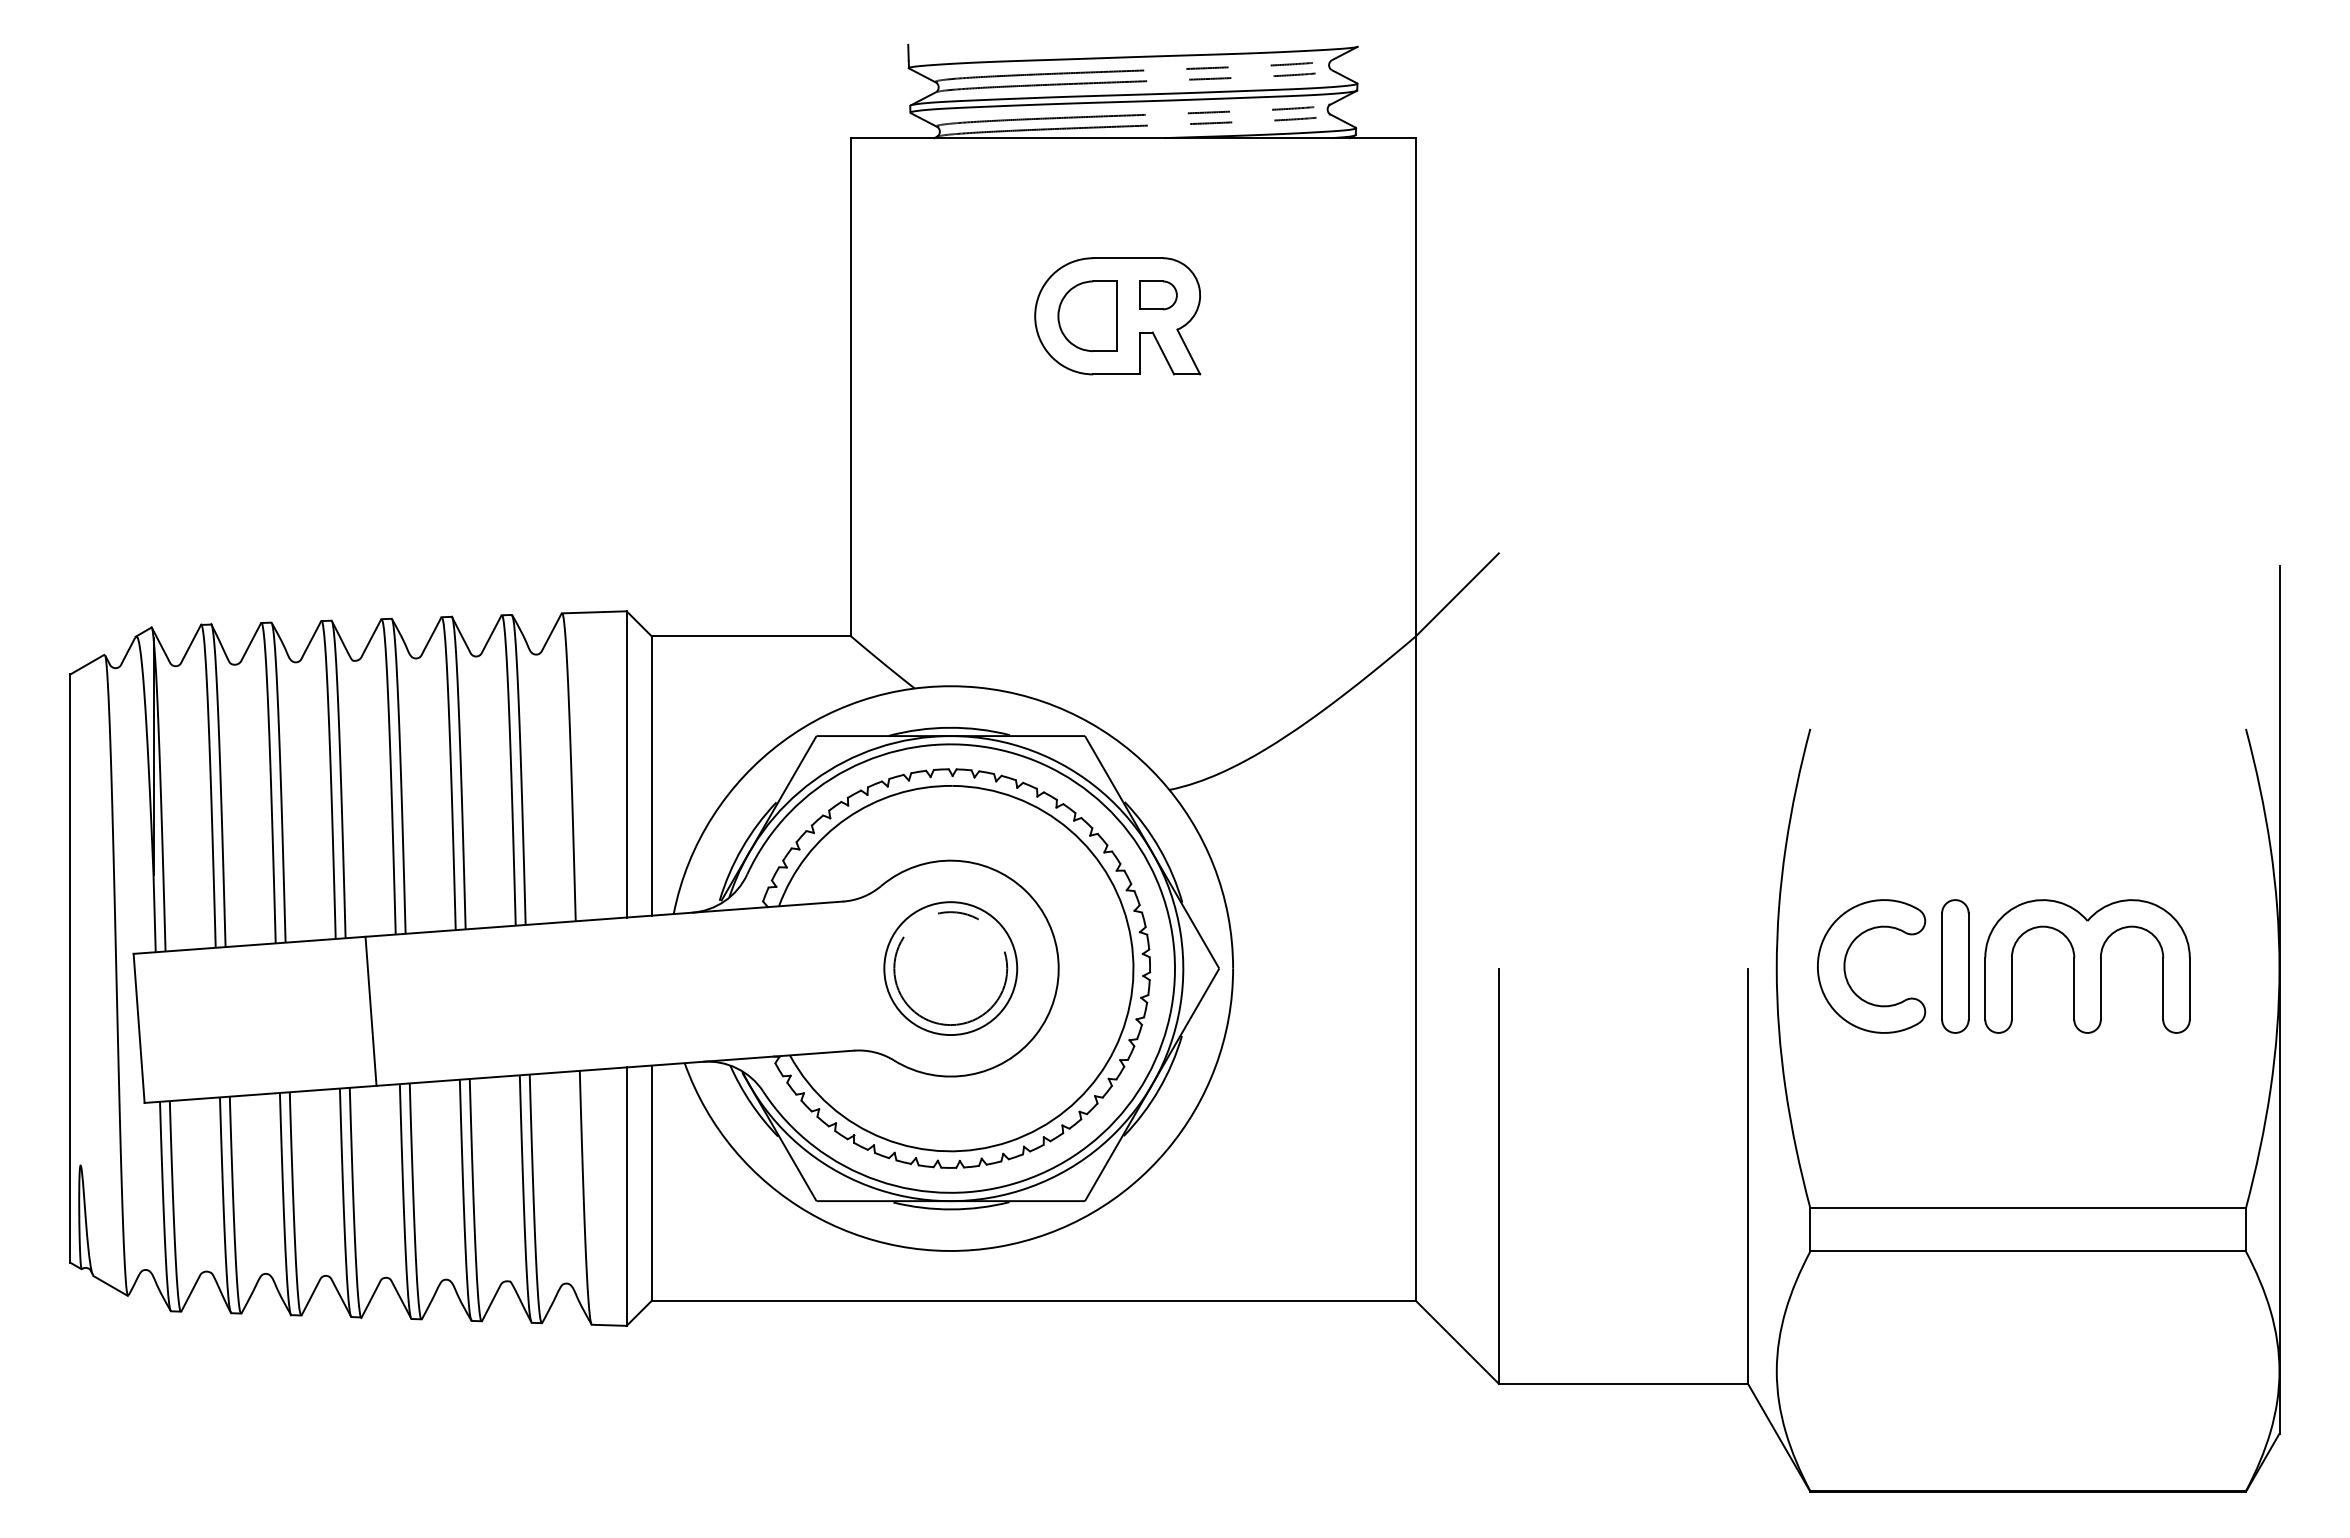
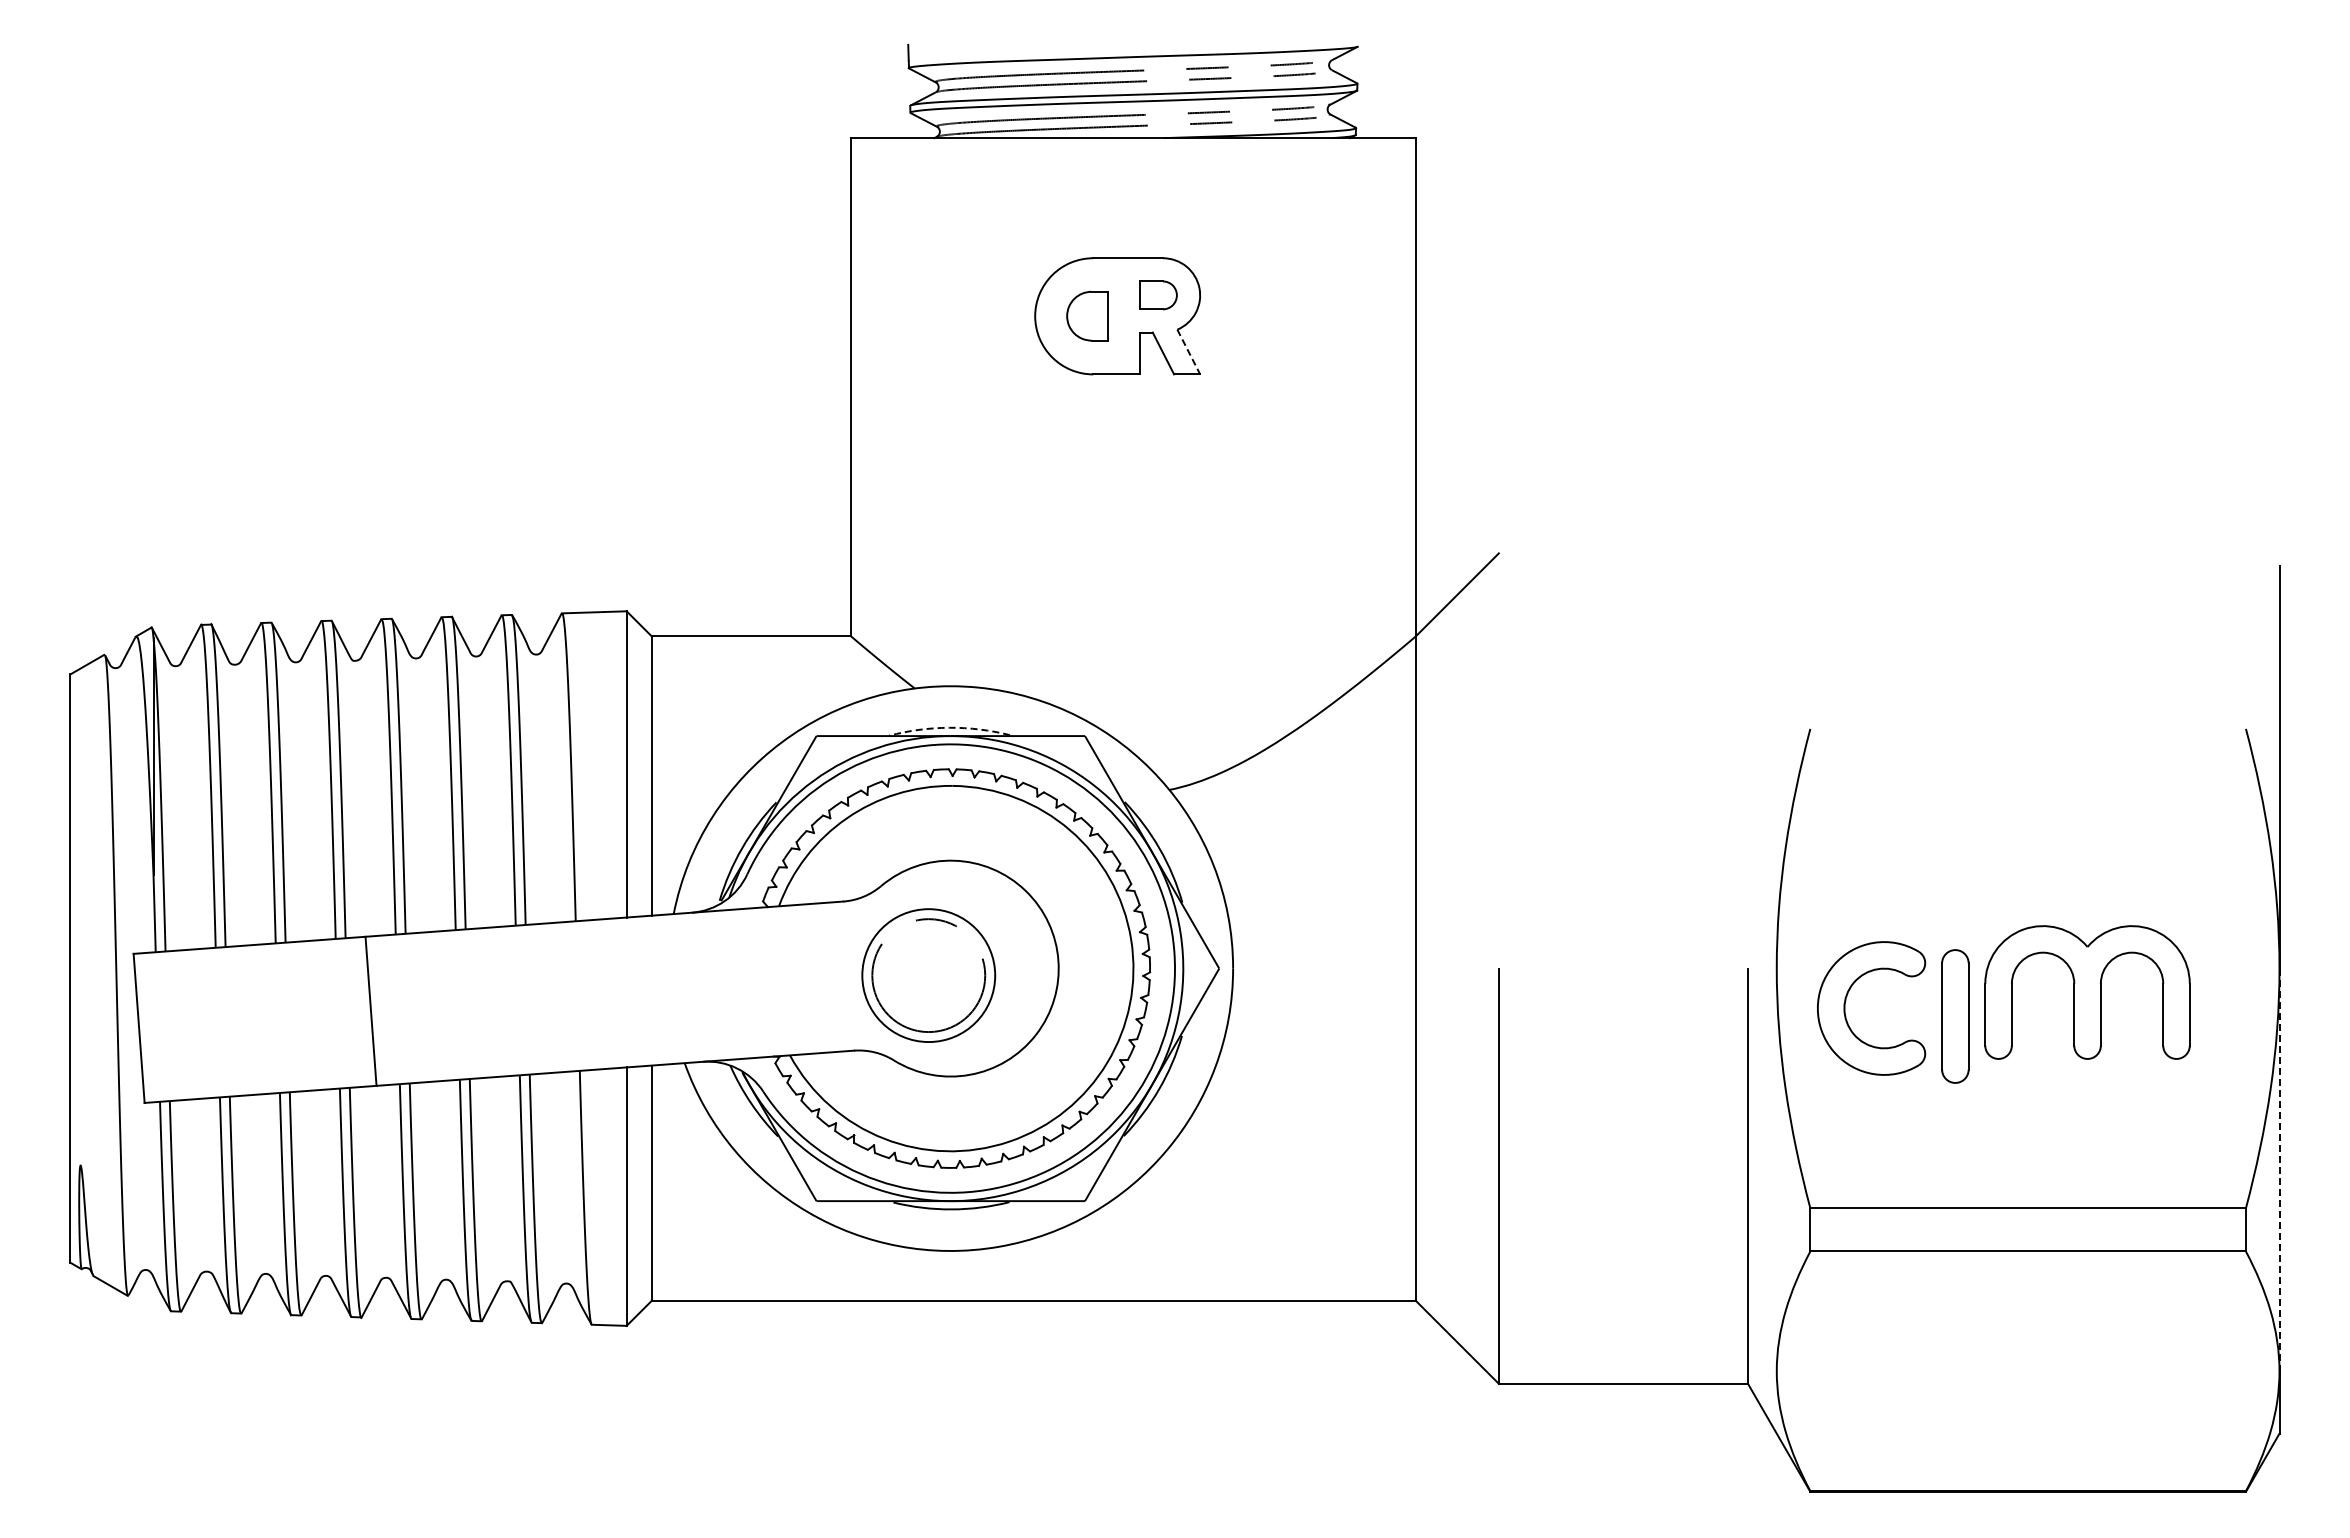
part at (1087, 315) size: 61x72 px -> 43x51 px
line at (1189, 352): solid -> dashed
arc at (949, 727): solid -> dashed
part at (1845, 966) position: (1845, 966) -> (1845, 1008)
part at (1955, 966) position: (1955, 966) -> (1955, 1016)
part at (2087, 966) position: (2087, 966) -> (2087, 992)
part at (950, 968) position: (950, 968) -> (928, 975)
line at (2279, 1170): solid -> dashed
